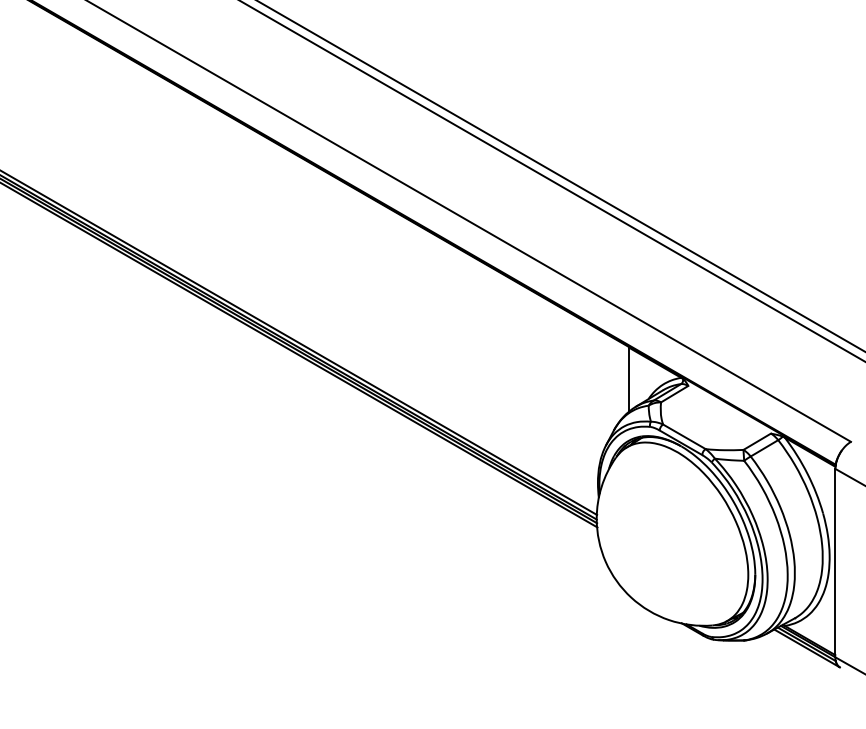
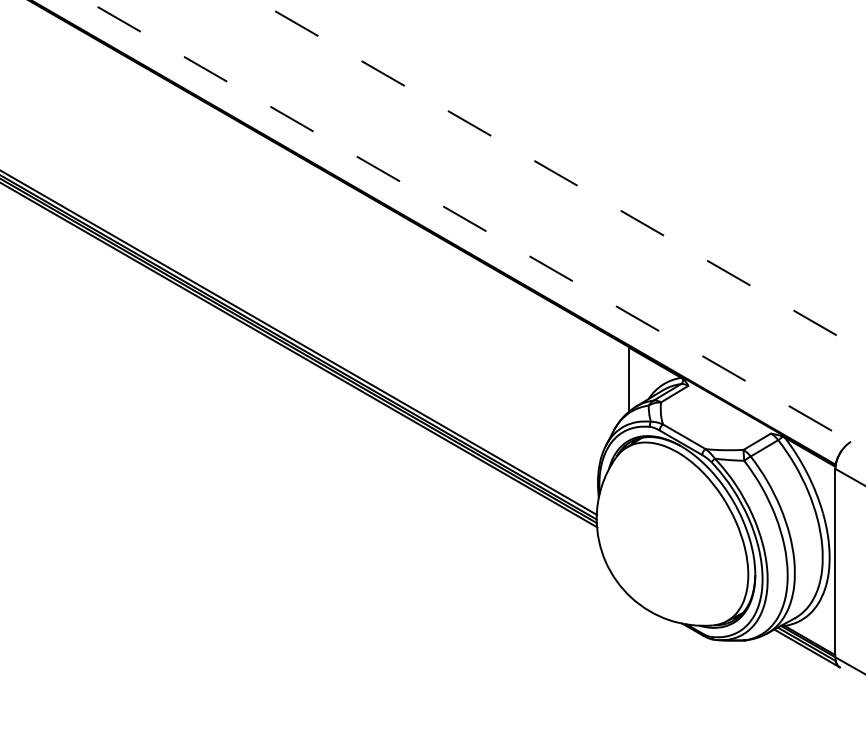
line at (561, 176): solid -> dashed
line at (552, 181): present -> none
line at (469, 221): solid -> dashed
